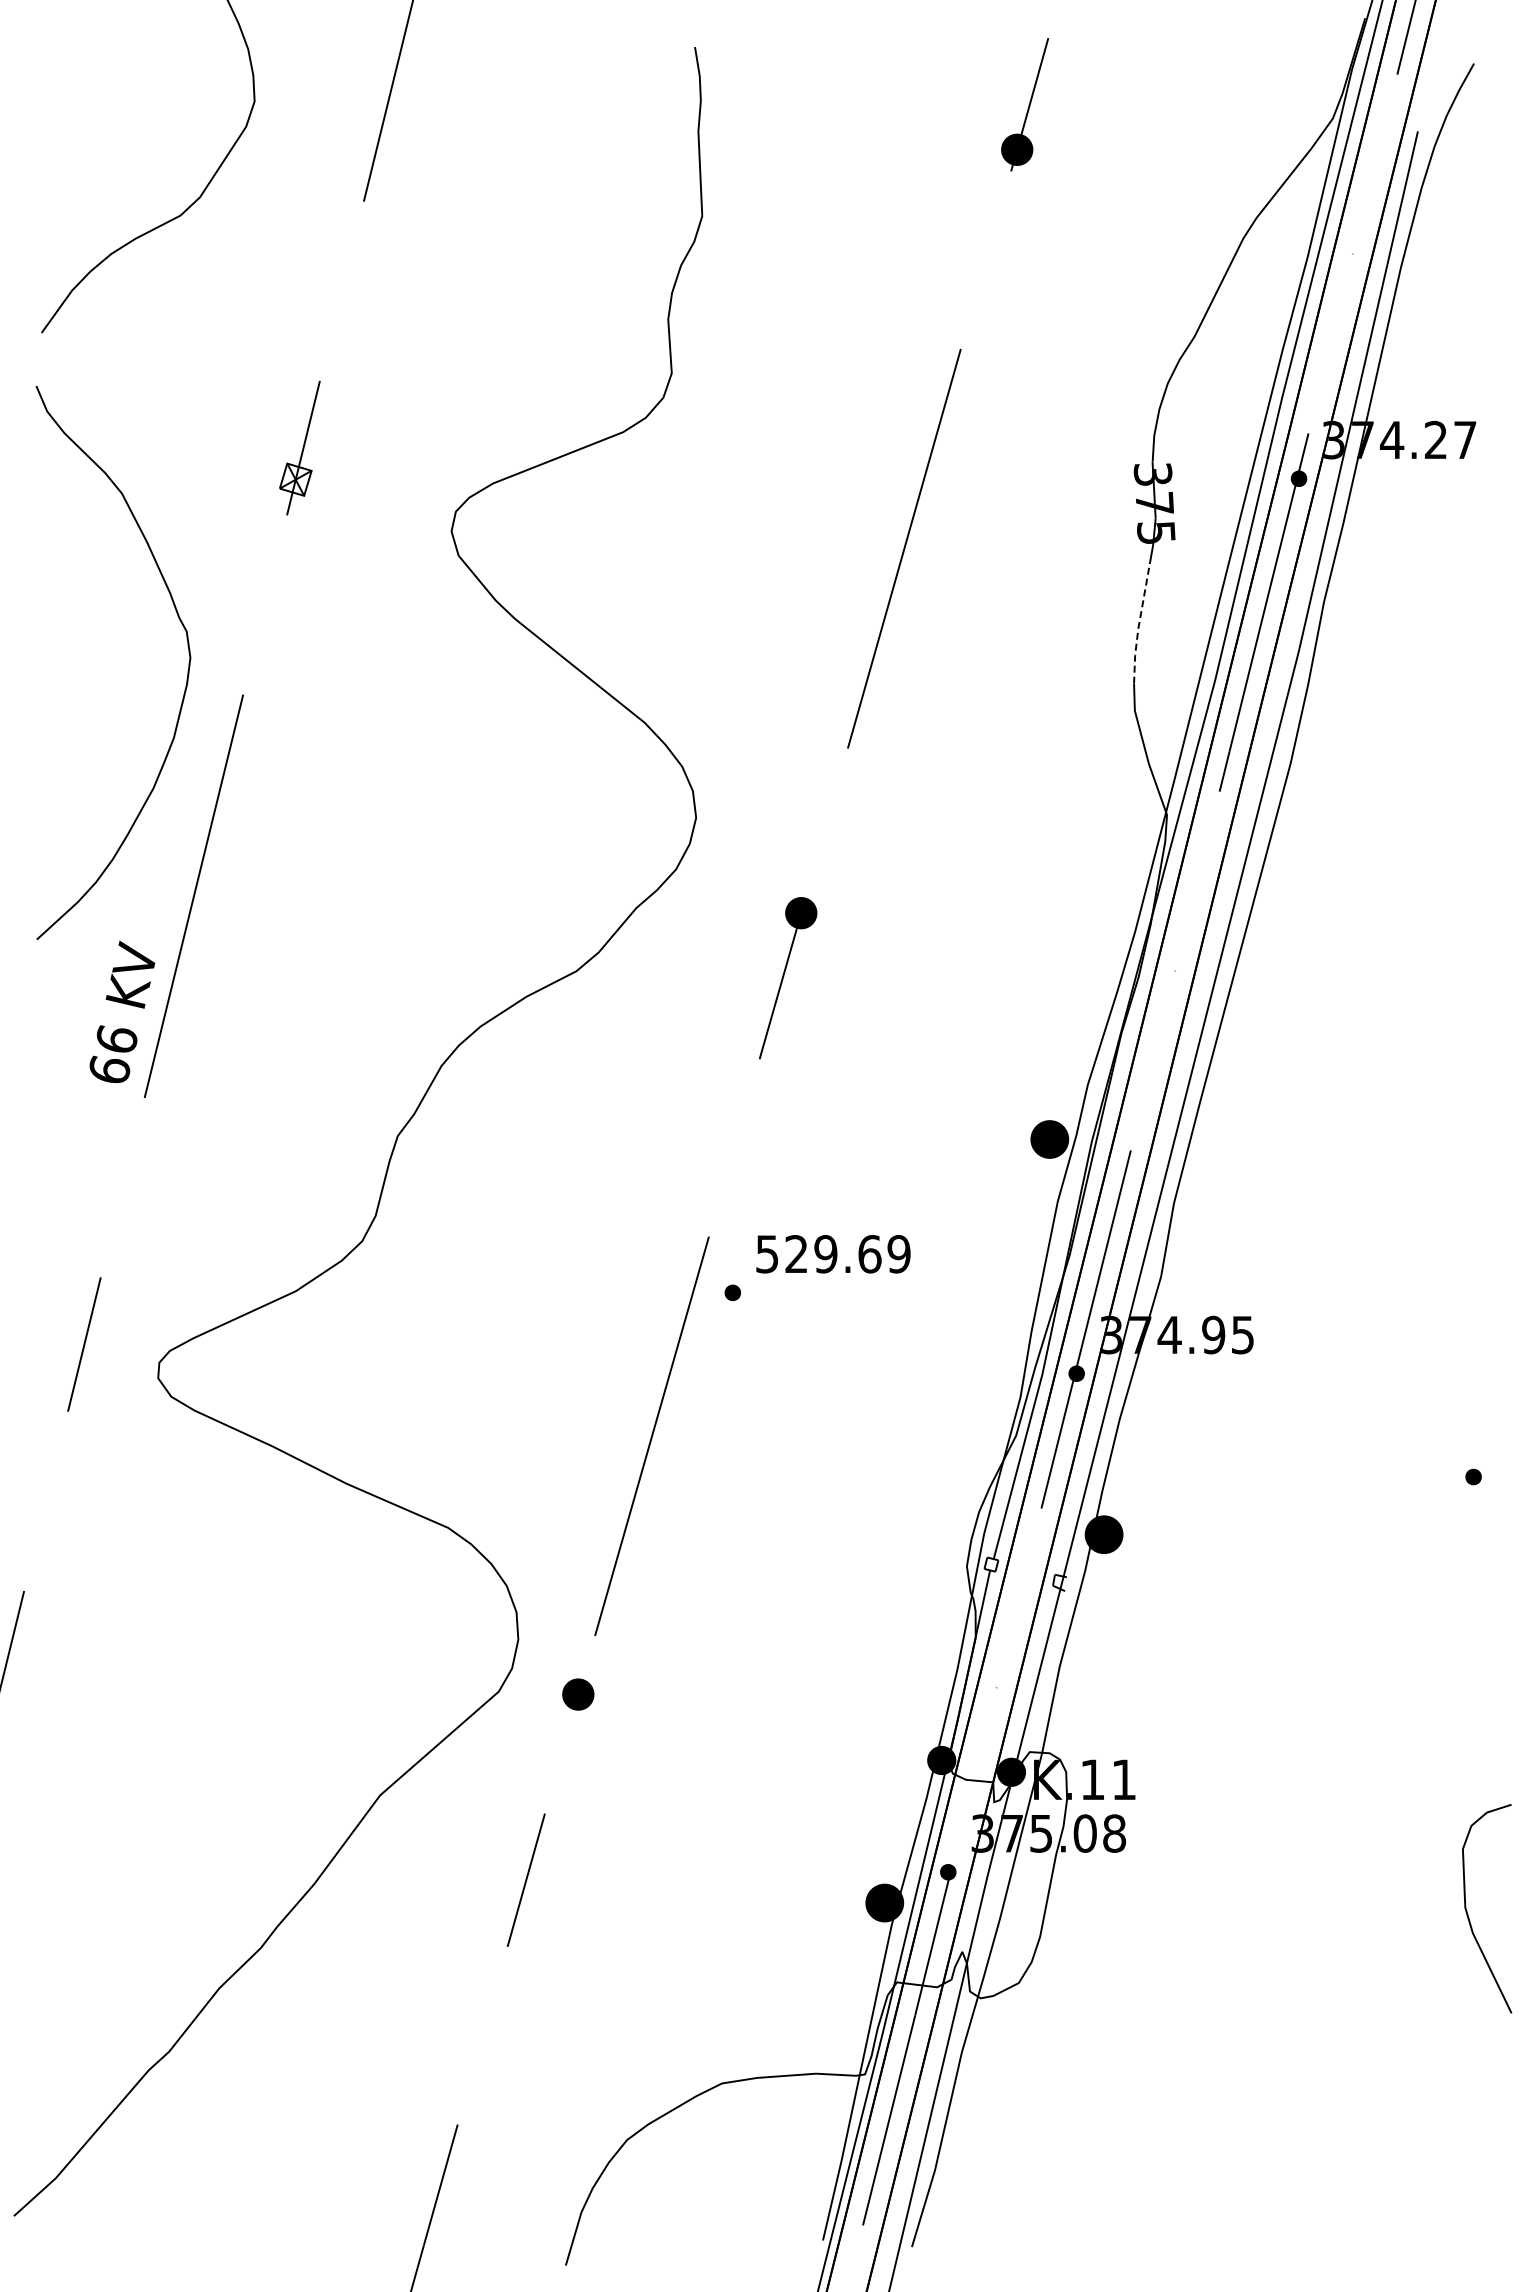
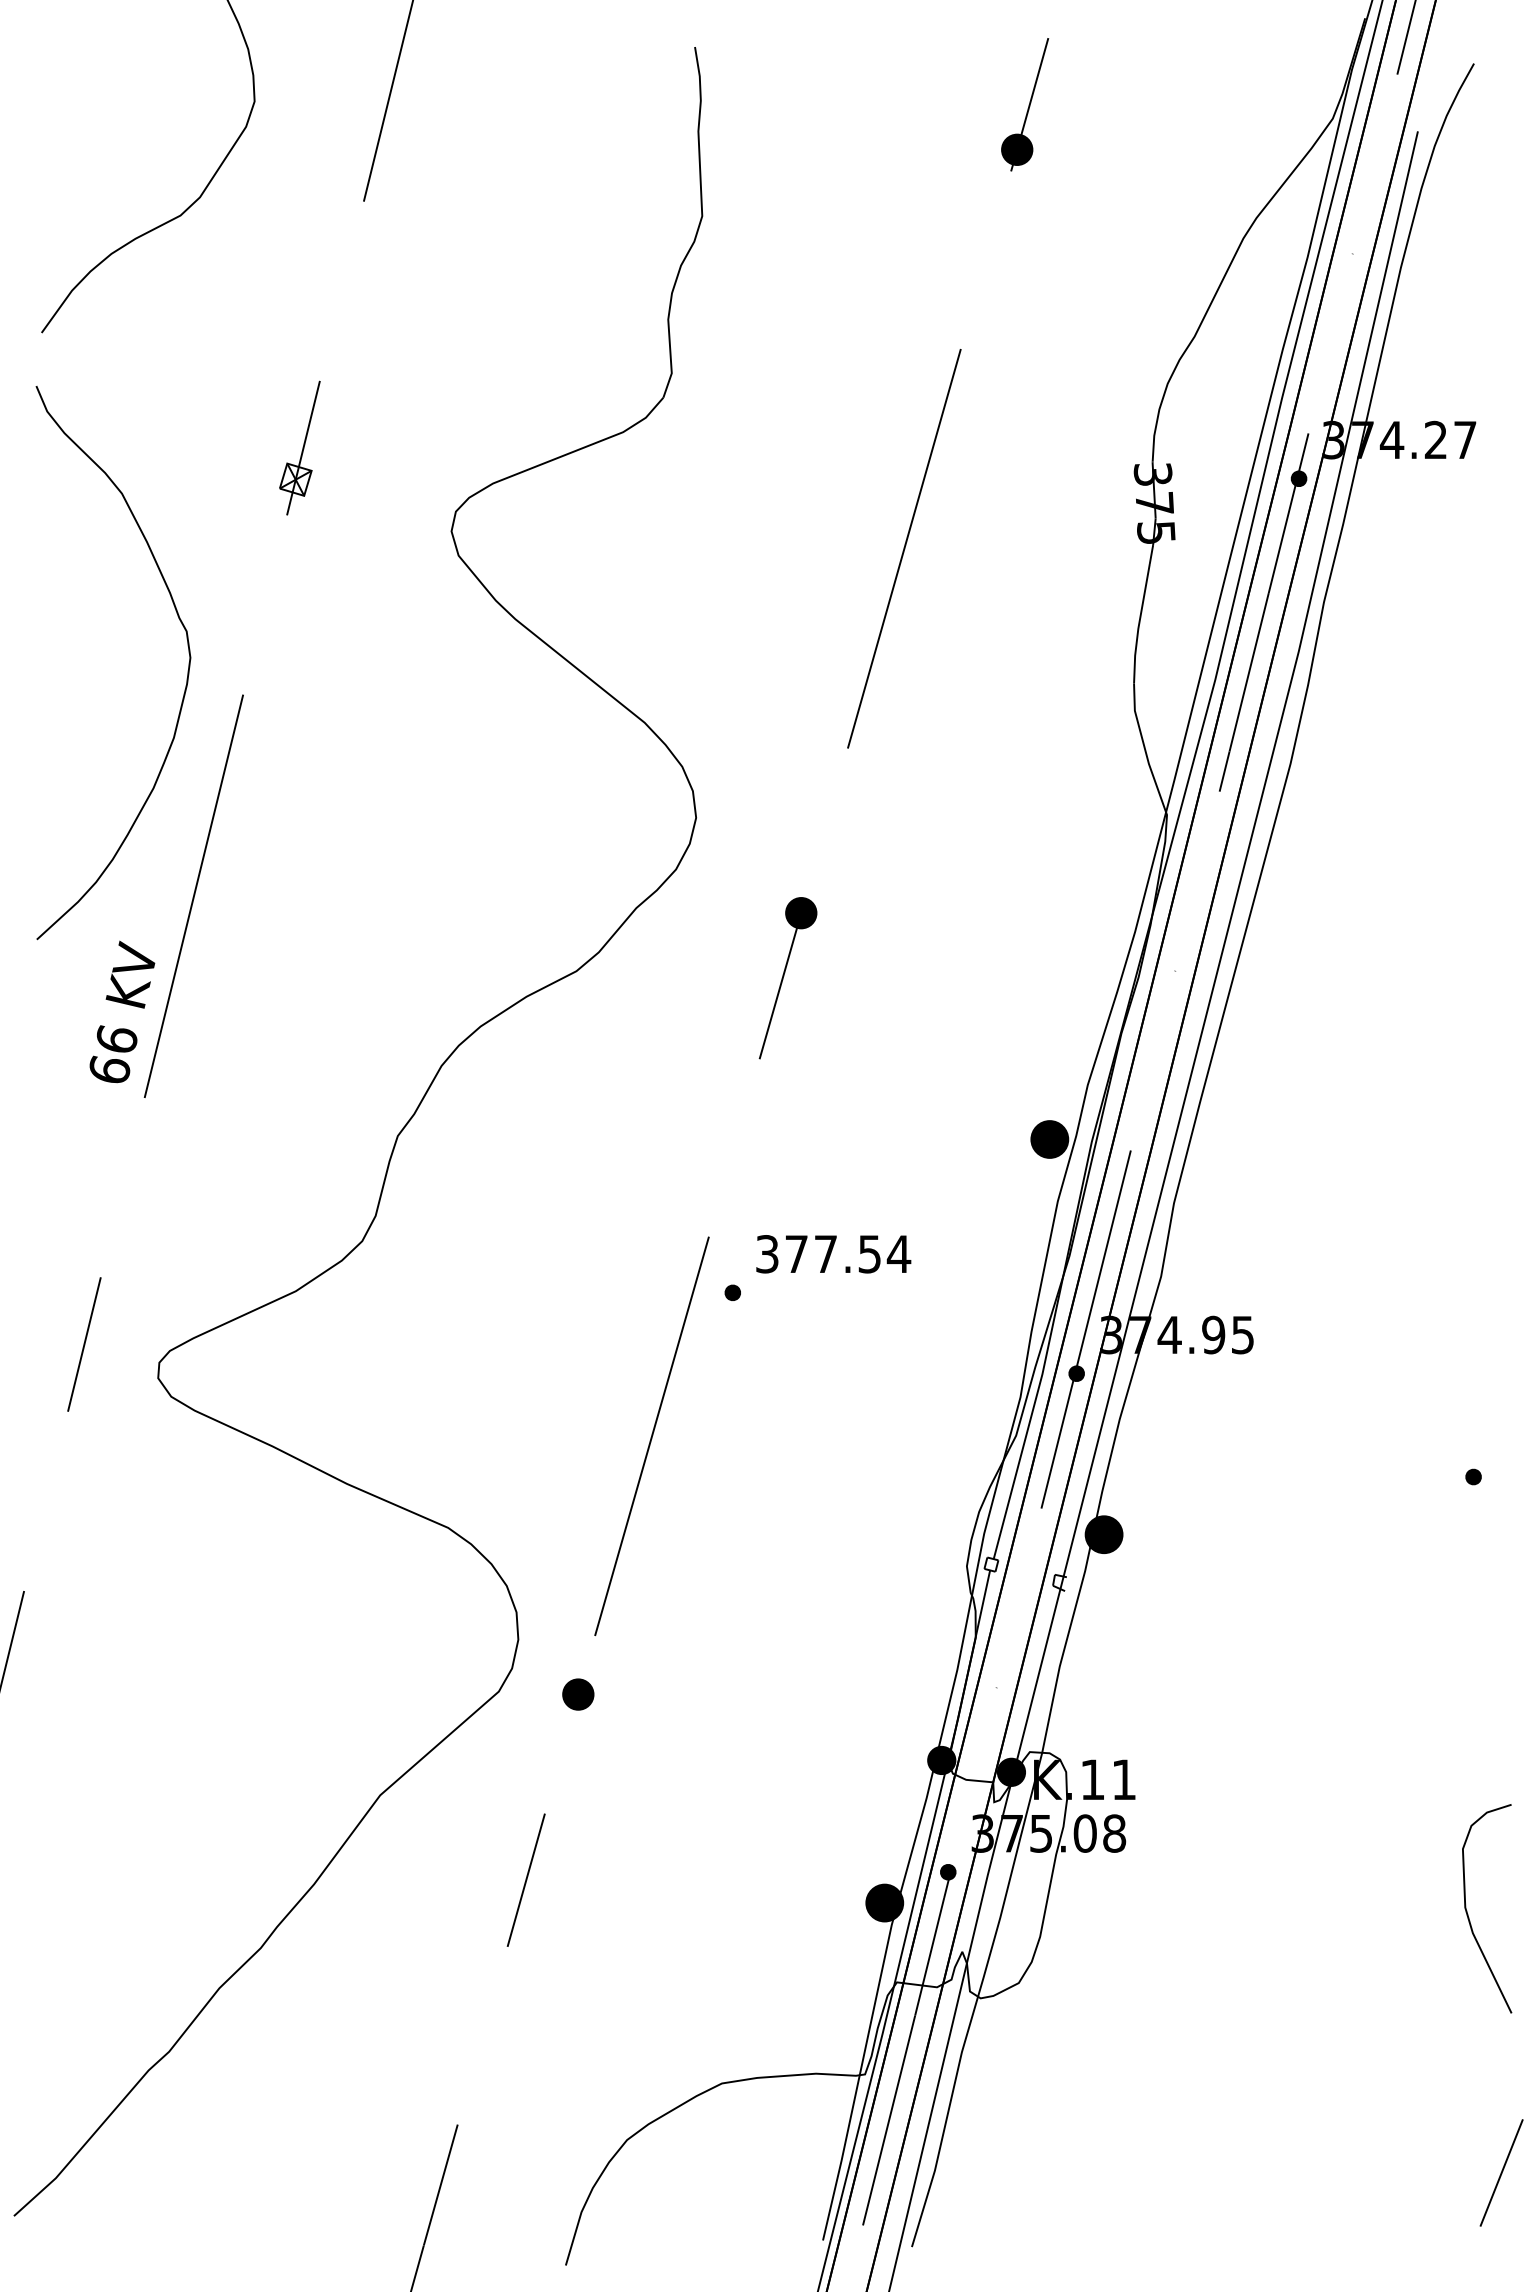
line at (1139, 624): dashed -> solid
text at (834, 1254): 529.69 -> 377.54
line at (1501, 2172): none -> present
